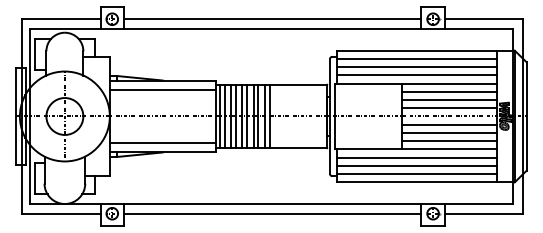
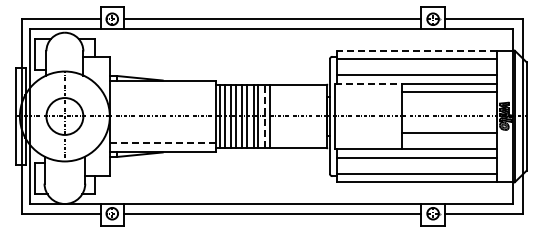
line at (417, 50): solid -> dashed
line at (416, 67): present -> none
line at (368, 83): solid -> dashed
line at (162, 89): present -> none
line at (449, 100): present -> none
line at (449, 108): present -> none
line at (264, 116): solid -> dashed
line at (449, 124): present -> none
line at (449, 141): present -> none
line at (162, 143): solid -> dashed
line at (416, 165): present -> none
